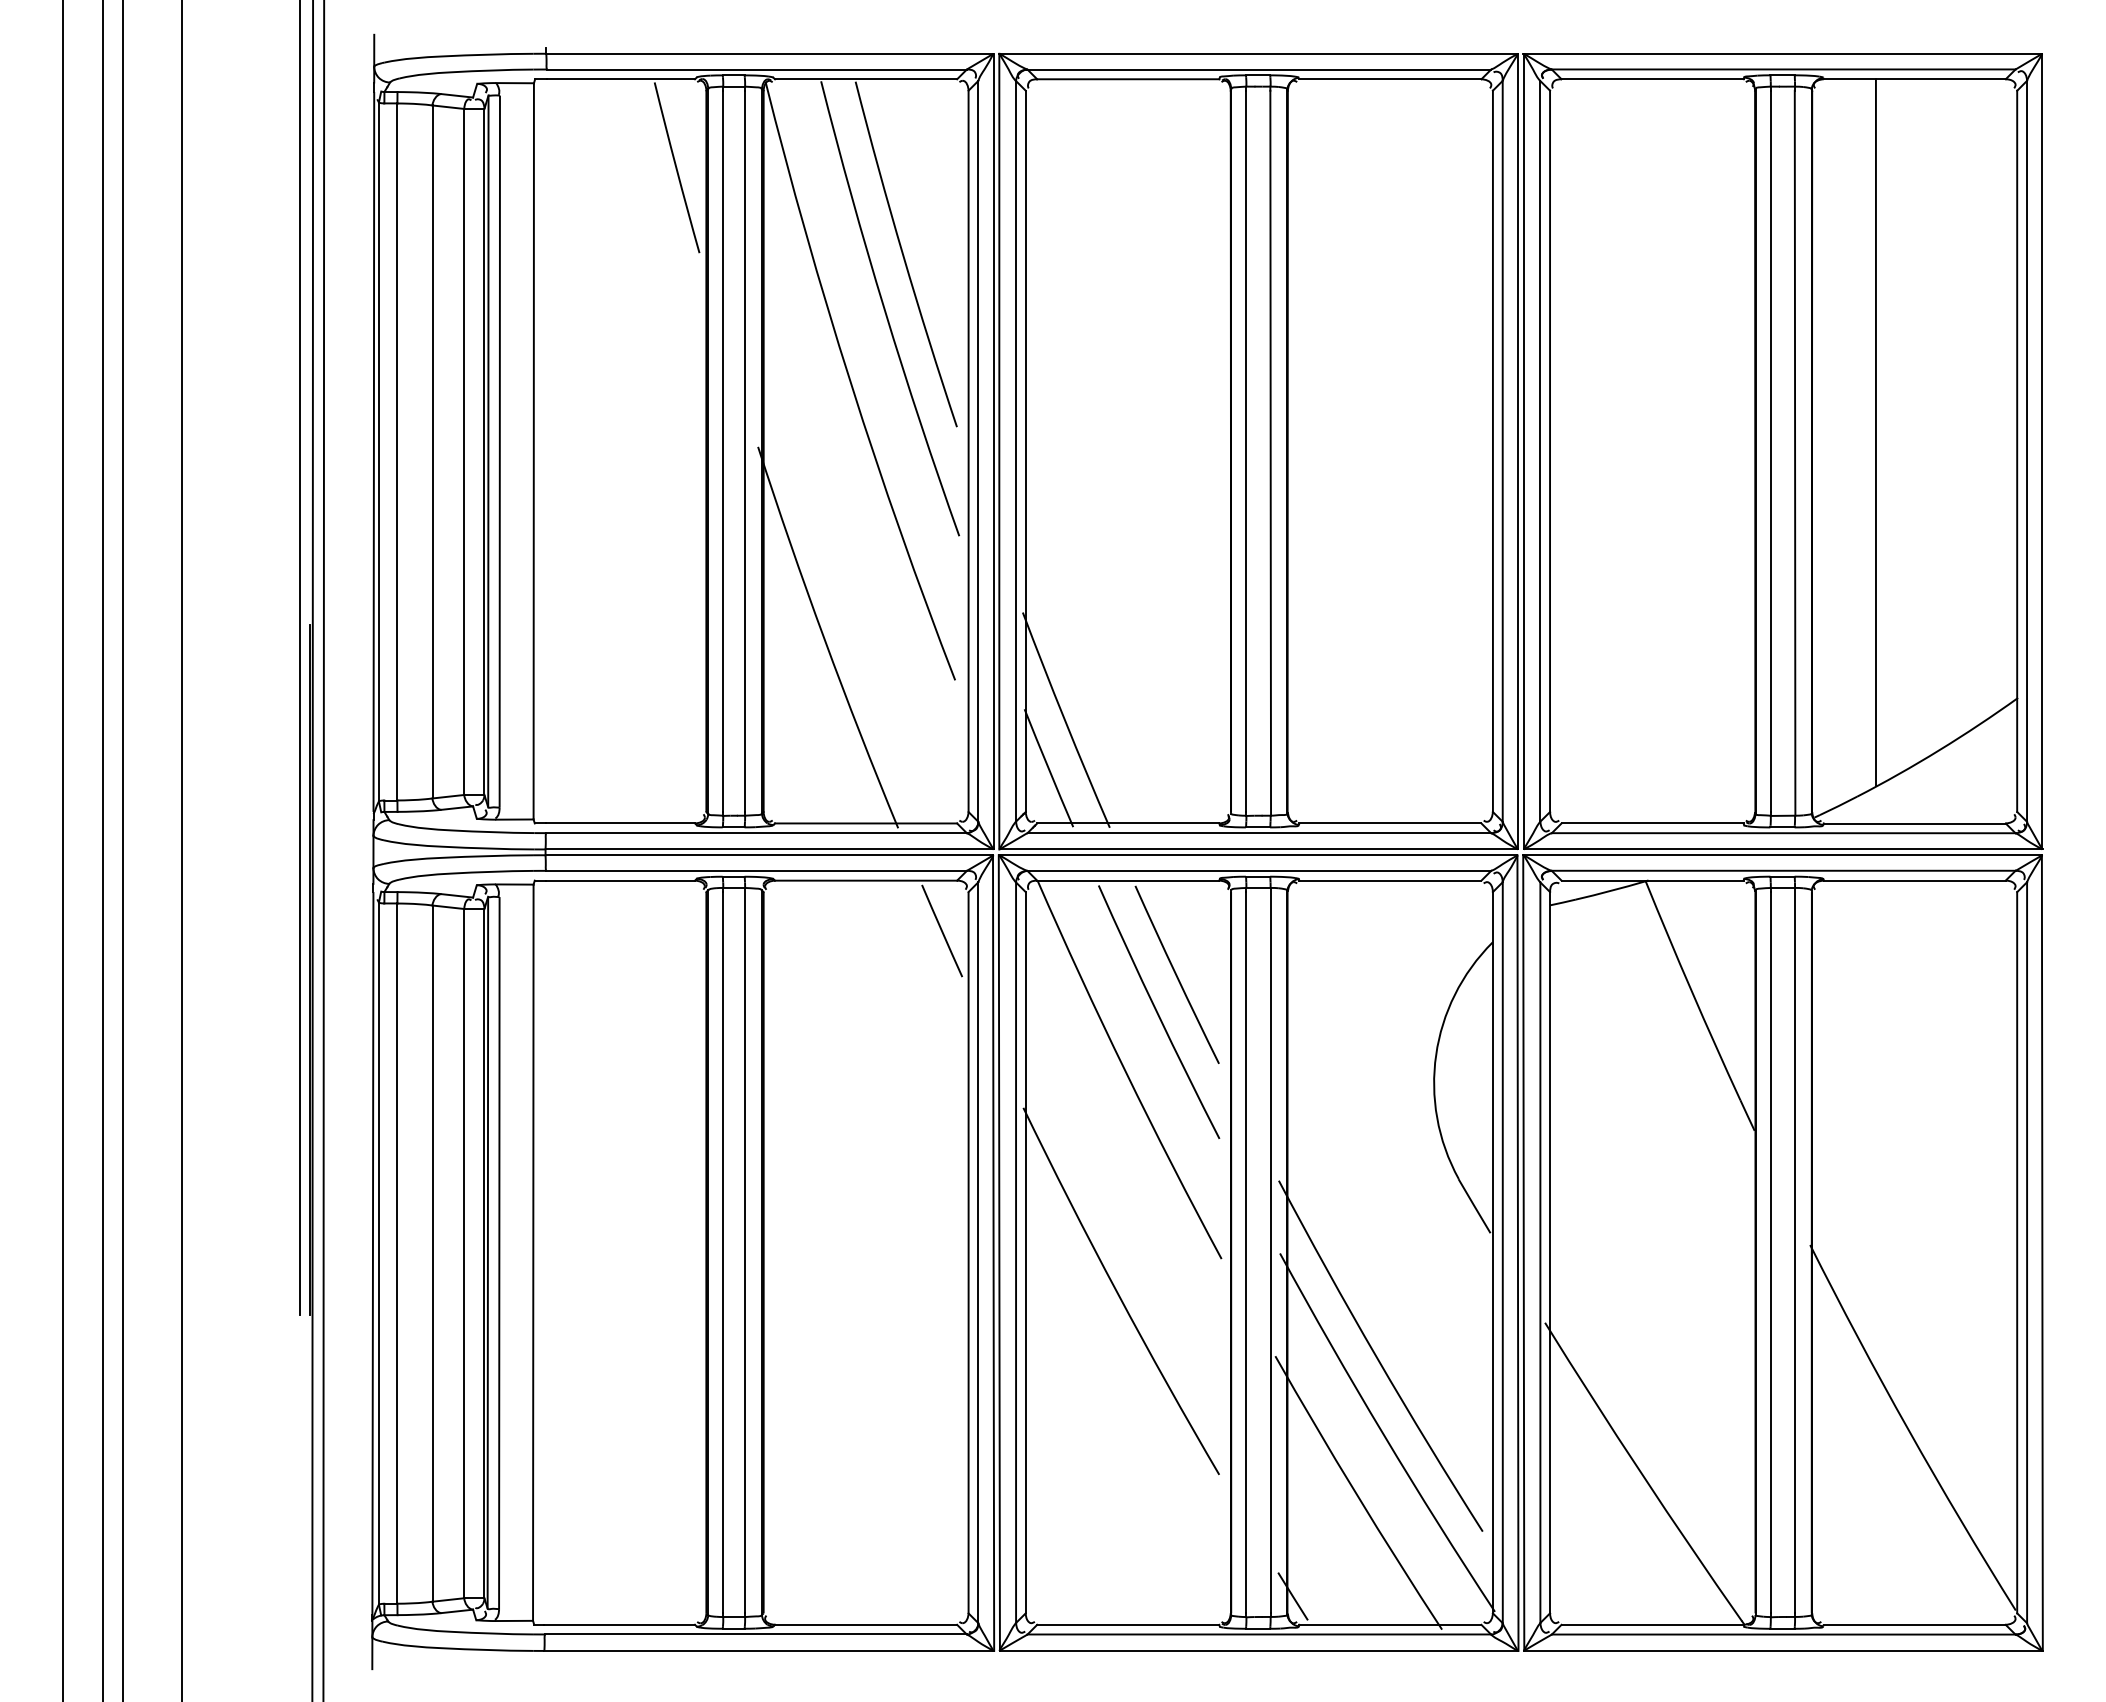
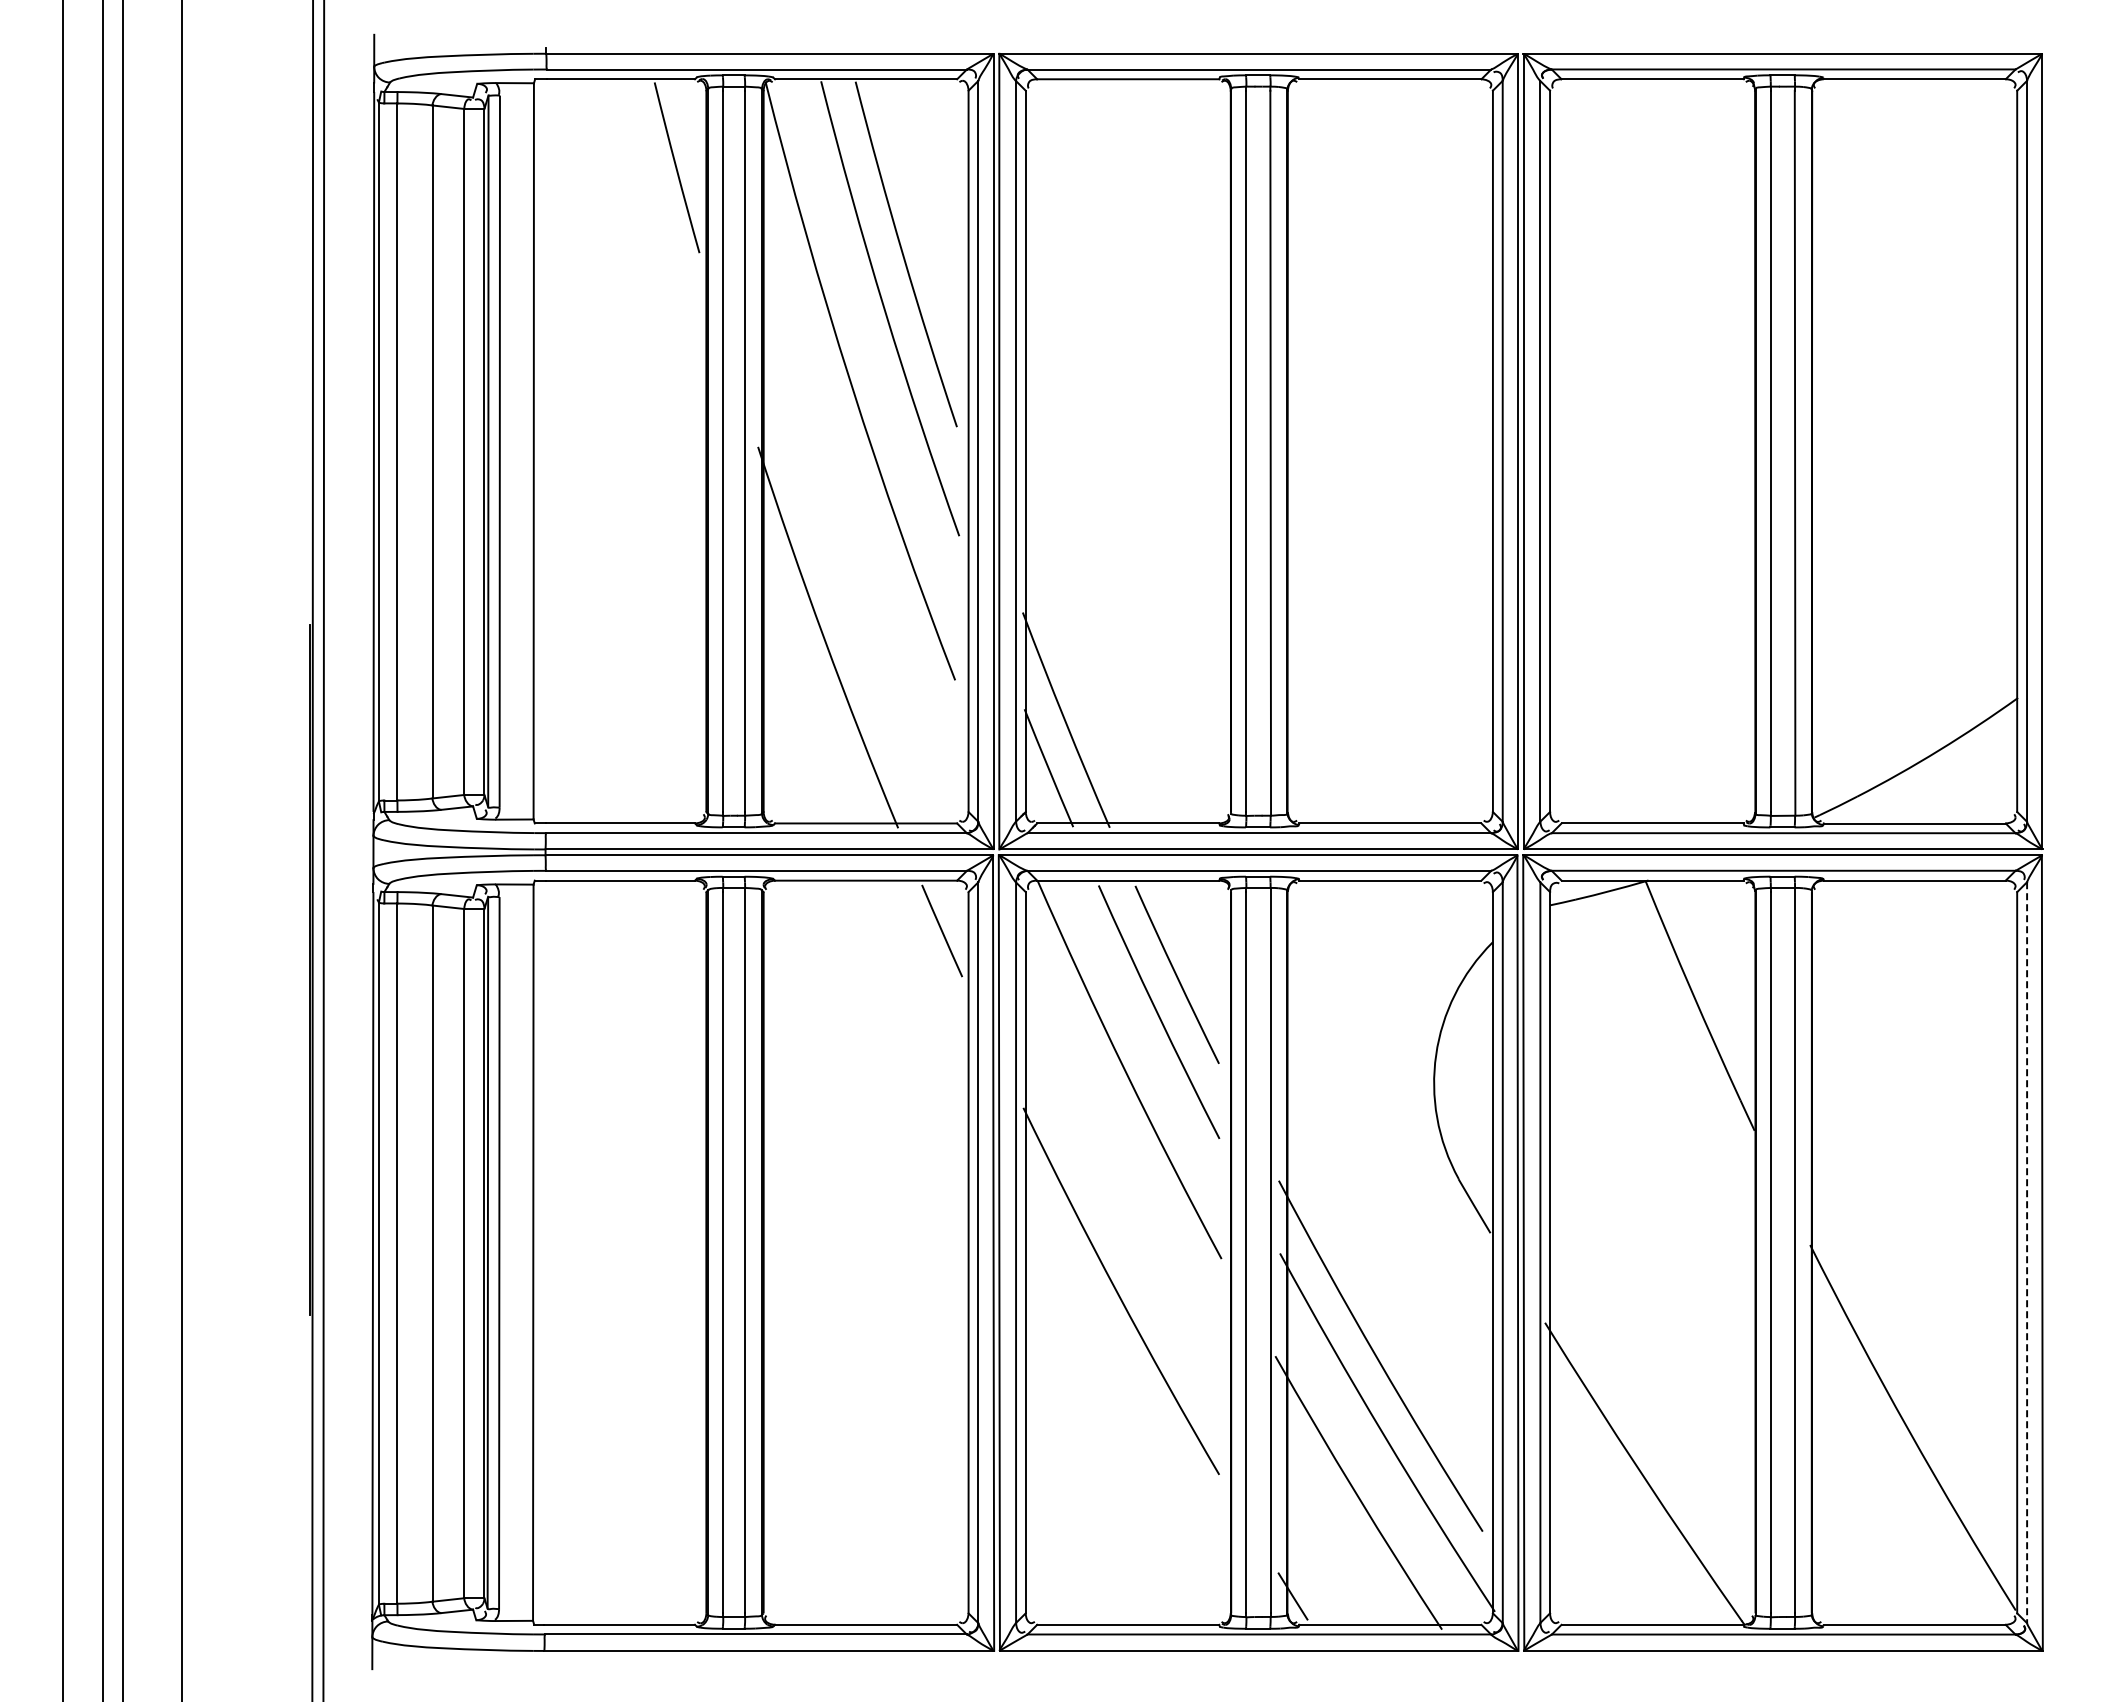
line at (1875, 432): present -> none
line at (300, 658): present -> none
line at (2027, 1252): solid -> dashed
